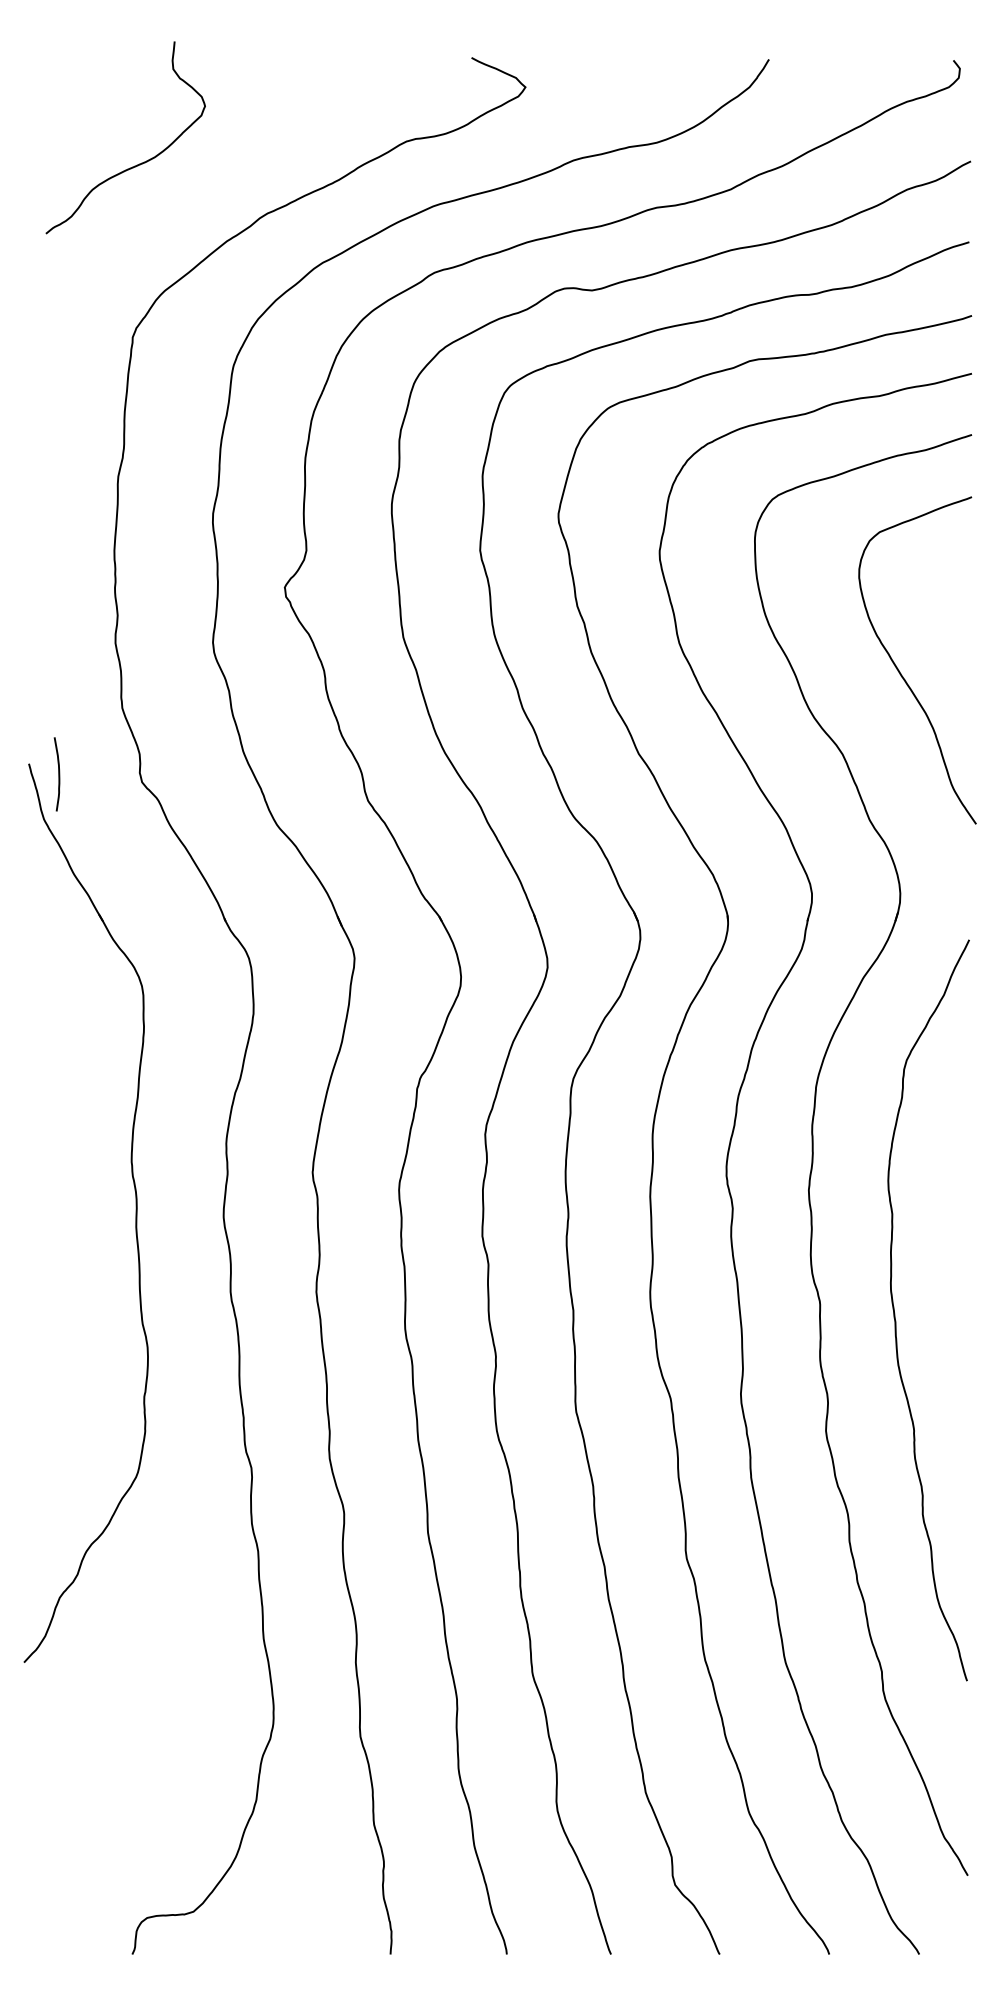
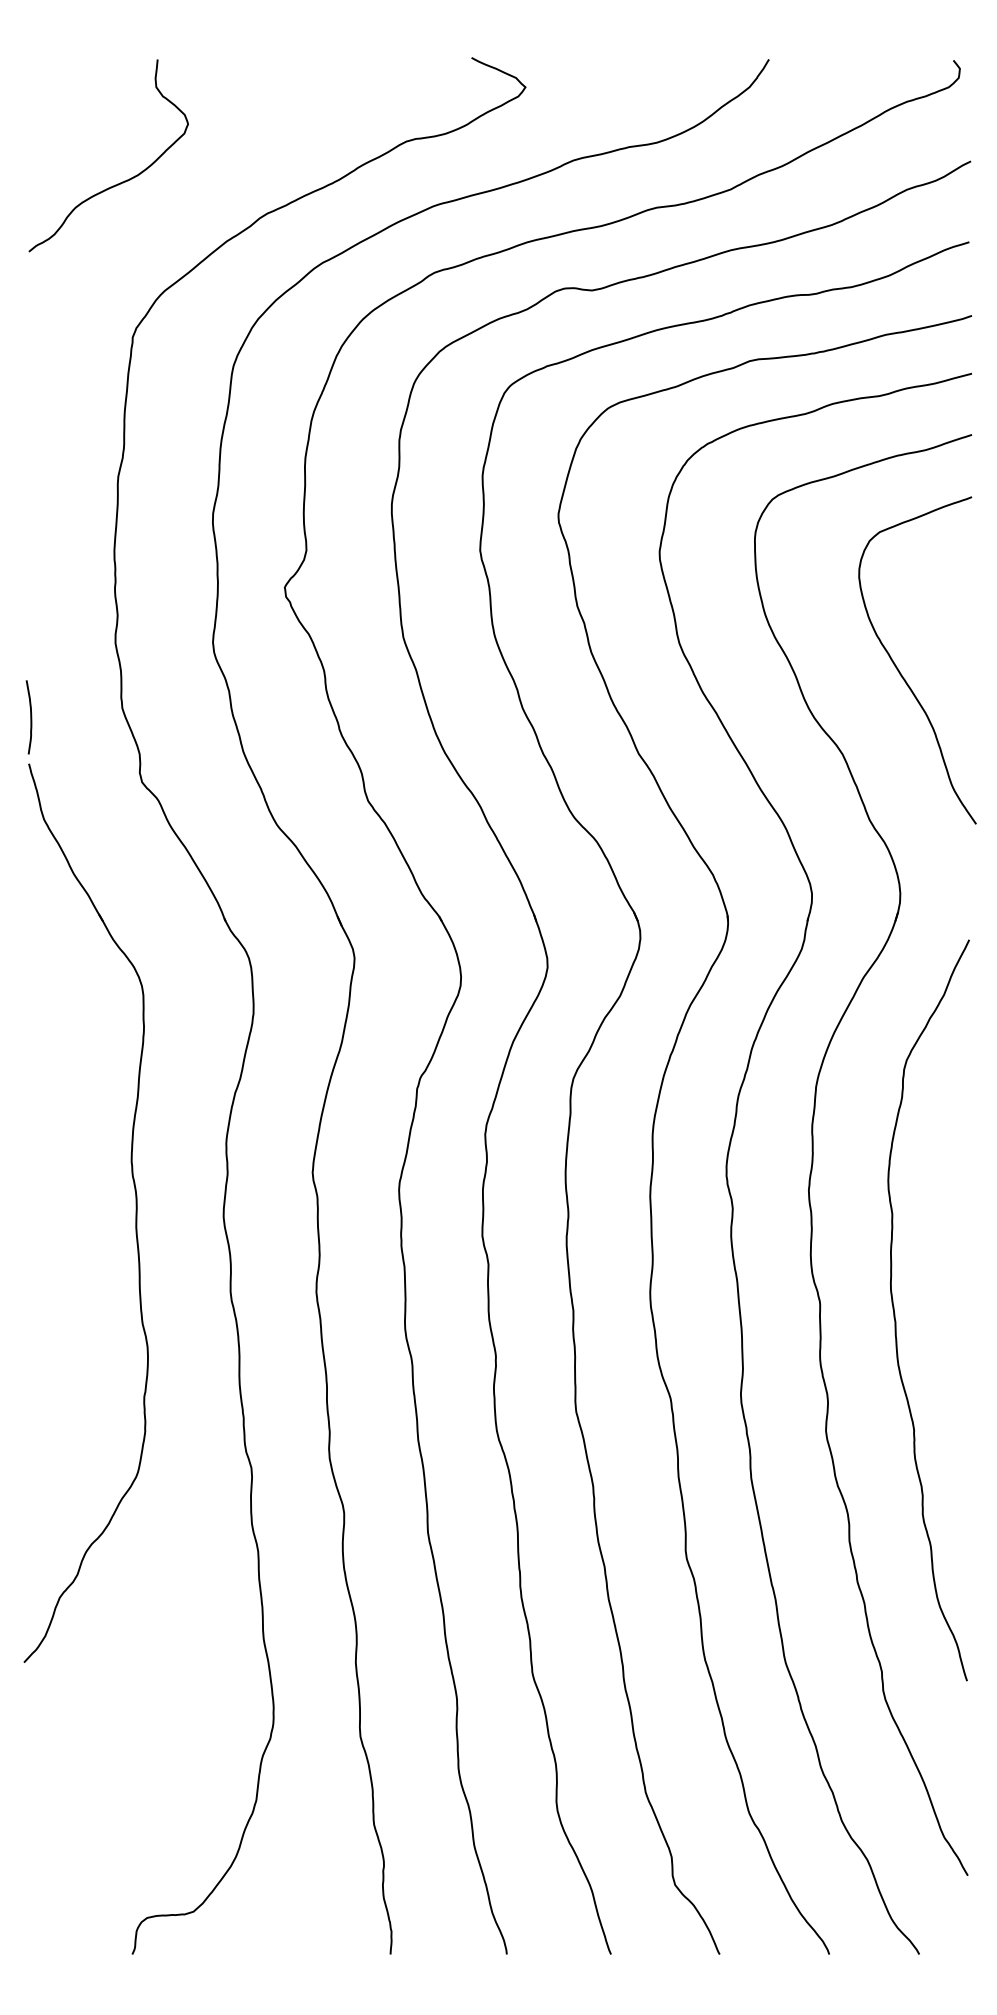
curve at (134, 165) position: (134, 165) -> (117, 183)
curve at (58, 774) position: (58, 774) -> (30, 717)
